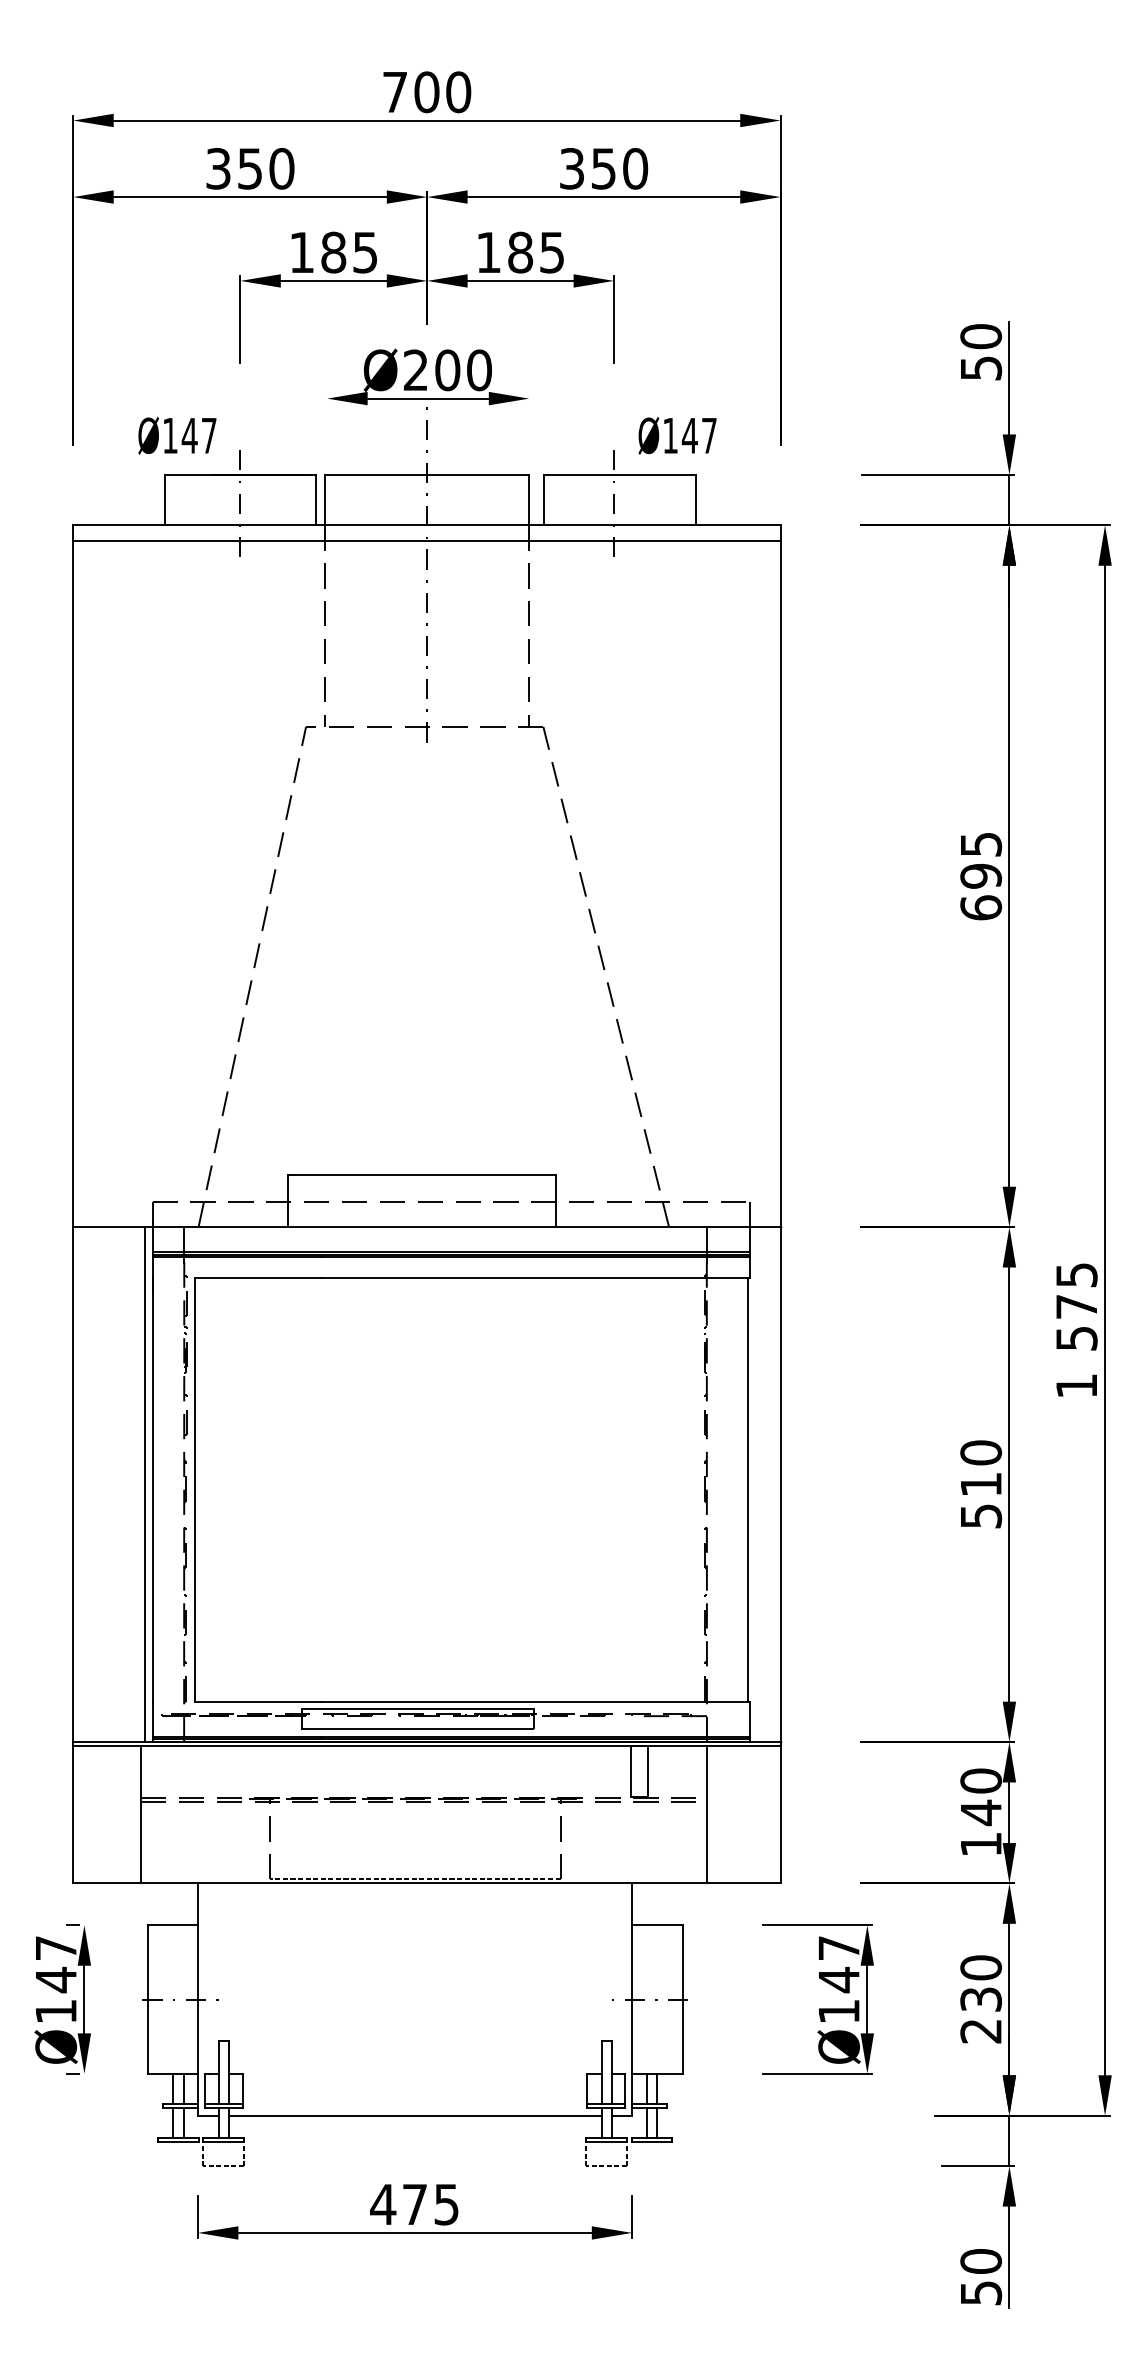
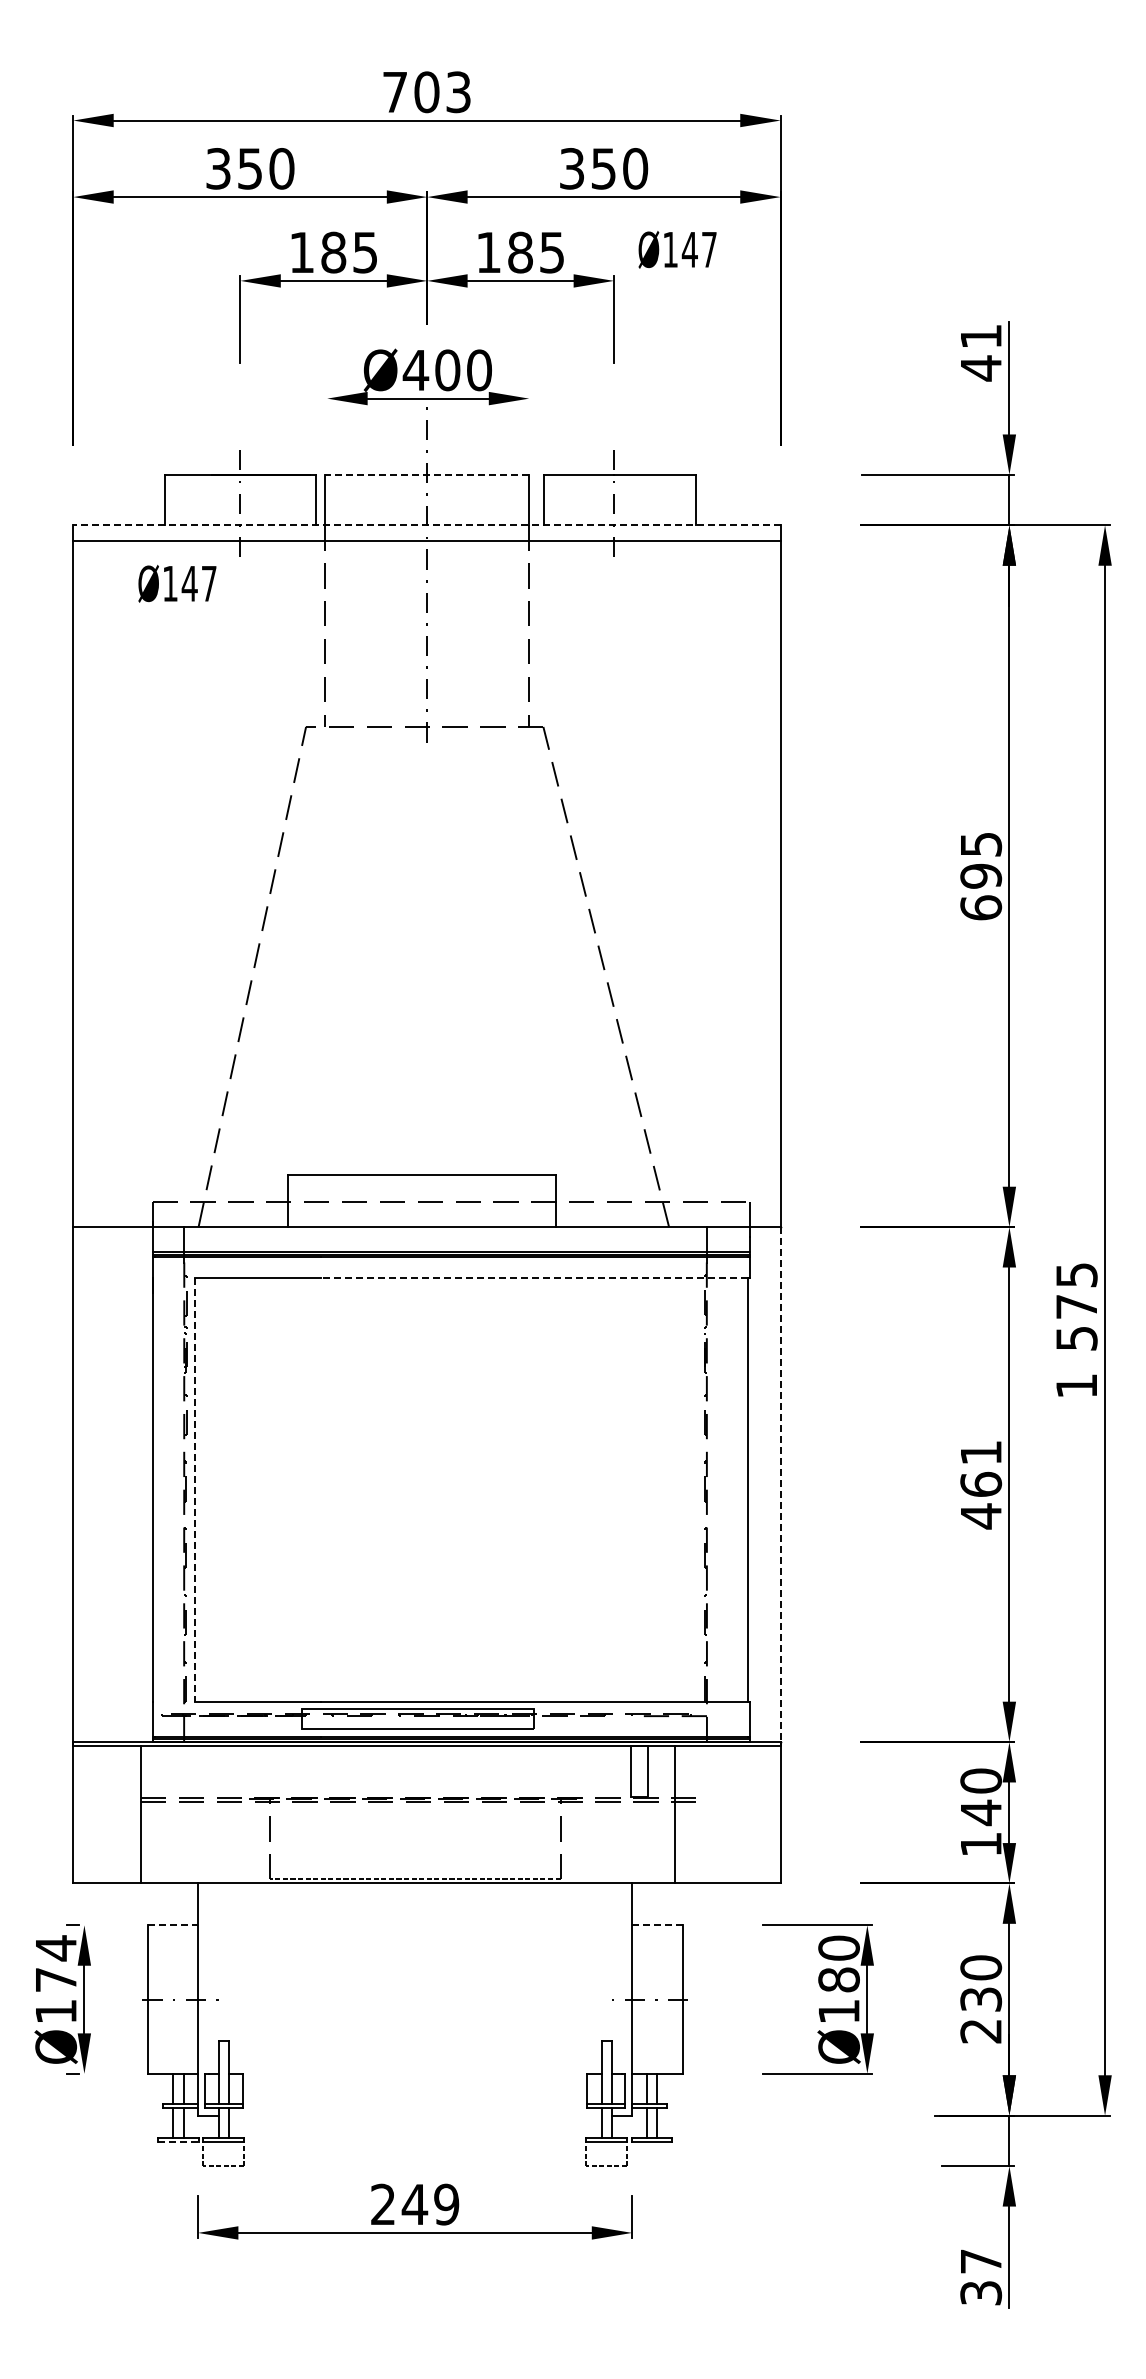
text at (458, 92): 700 -> 703
text at (981, 352): 50 -> 41
text at (415, 369): Ø200 -> Ø400
text at (177, 435) position: (177, 435) -> (177, 583)
text at (677, 435) position: (677, 435) -> (677, 249)
line at (427, 474): solid -> dashed
line at (427, 525): solid -> dashed
line at (534, 1277): solid -> dashed
line at (144, 1484): present -> none
text at (981, 1484): 510 -> 461
line at (780, 1485): solid -> dashed
line at (195, 1490): solid -> dashed
line at (706, 1814) position: (706, 1814) -> (674, 1814)
line at (173, 1925): solid -> dashed
line at (656, 1925): solid -> dashed
text at (56, 1964): Ø147 -> Ø174
text at (838, 1964): Ø147 -> Ø180
line at (414, 2115): present -> none
line at (179, 2142): solid -> dashed
text at (414, 2204): 475 -> 249
text at (981, 2276): 50 -> 37
